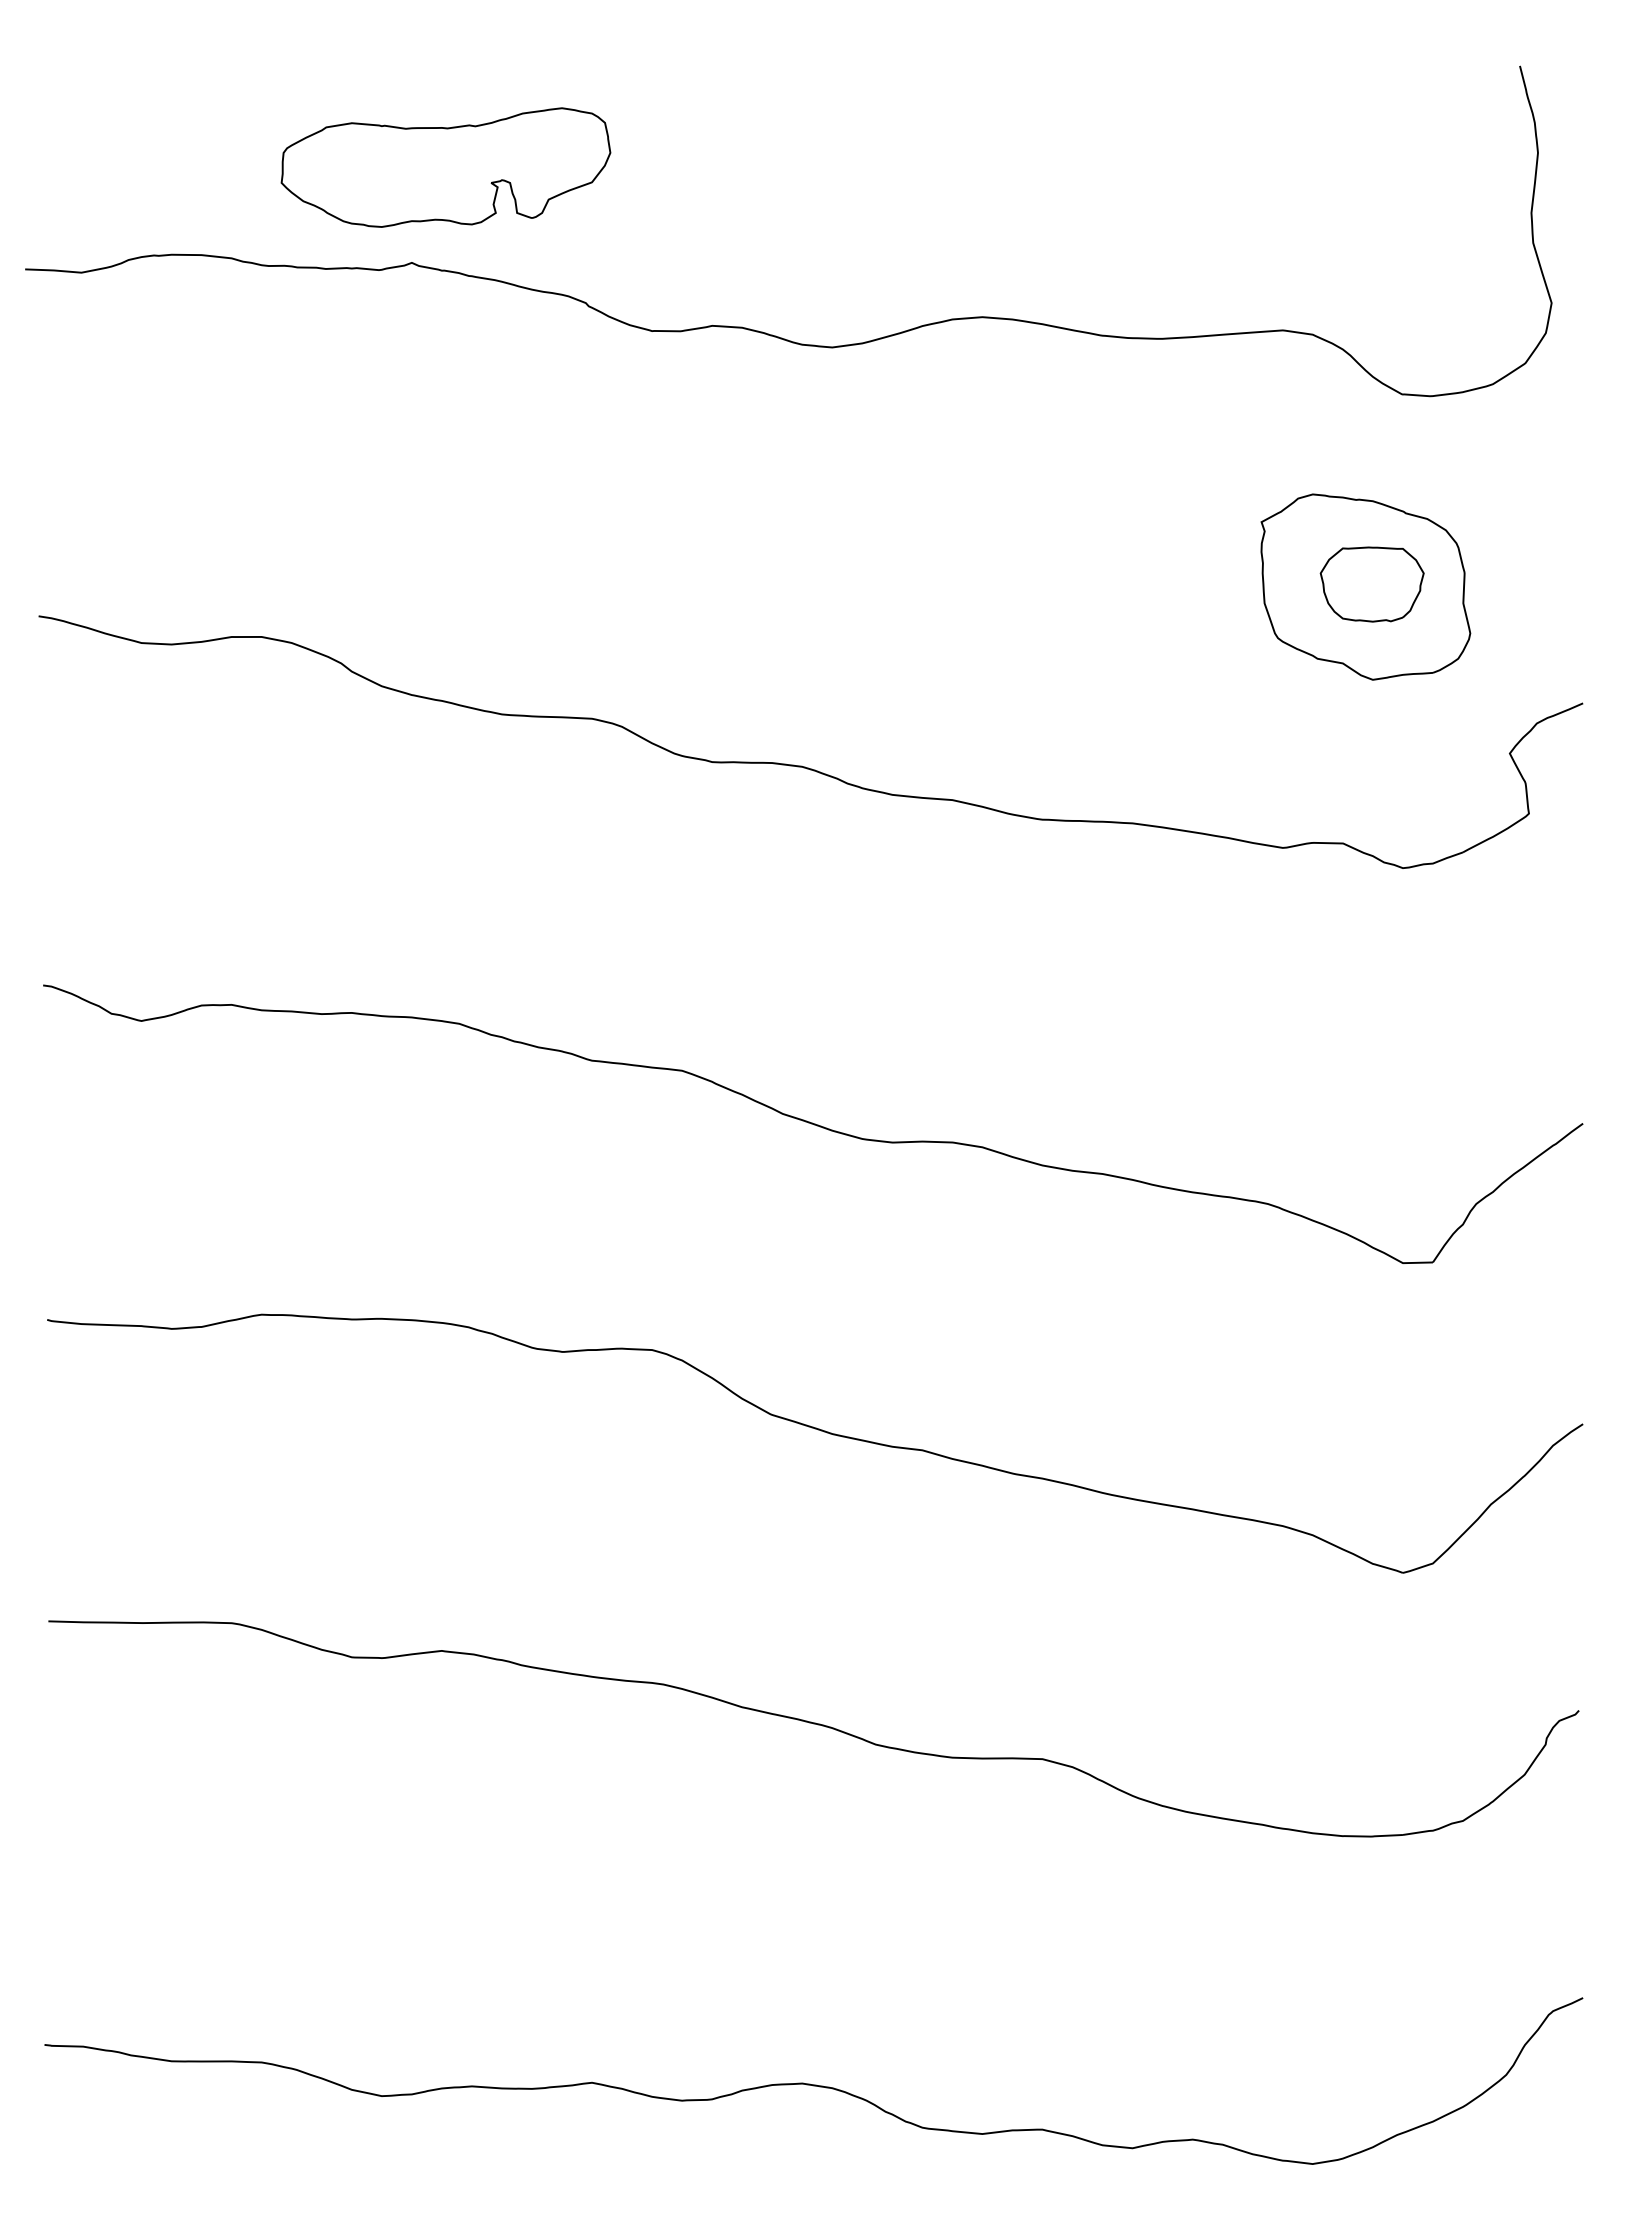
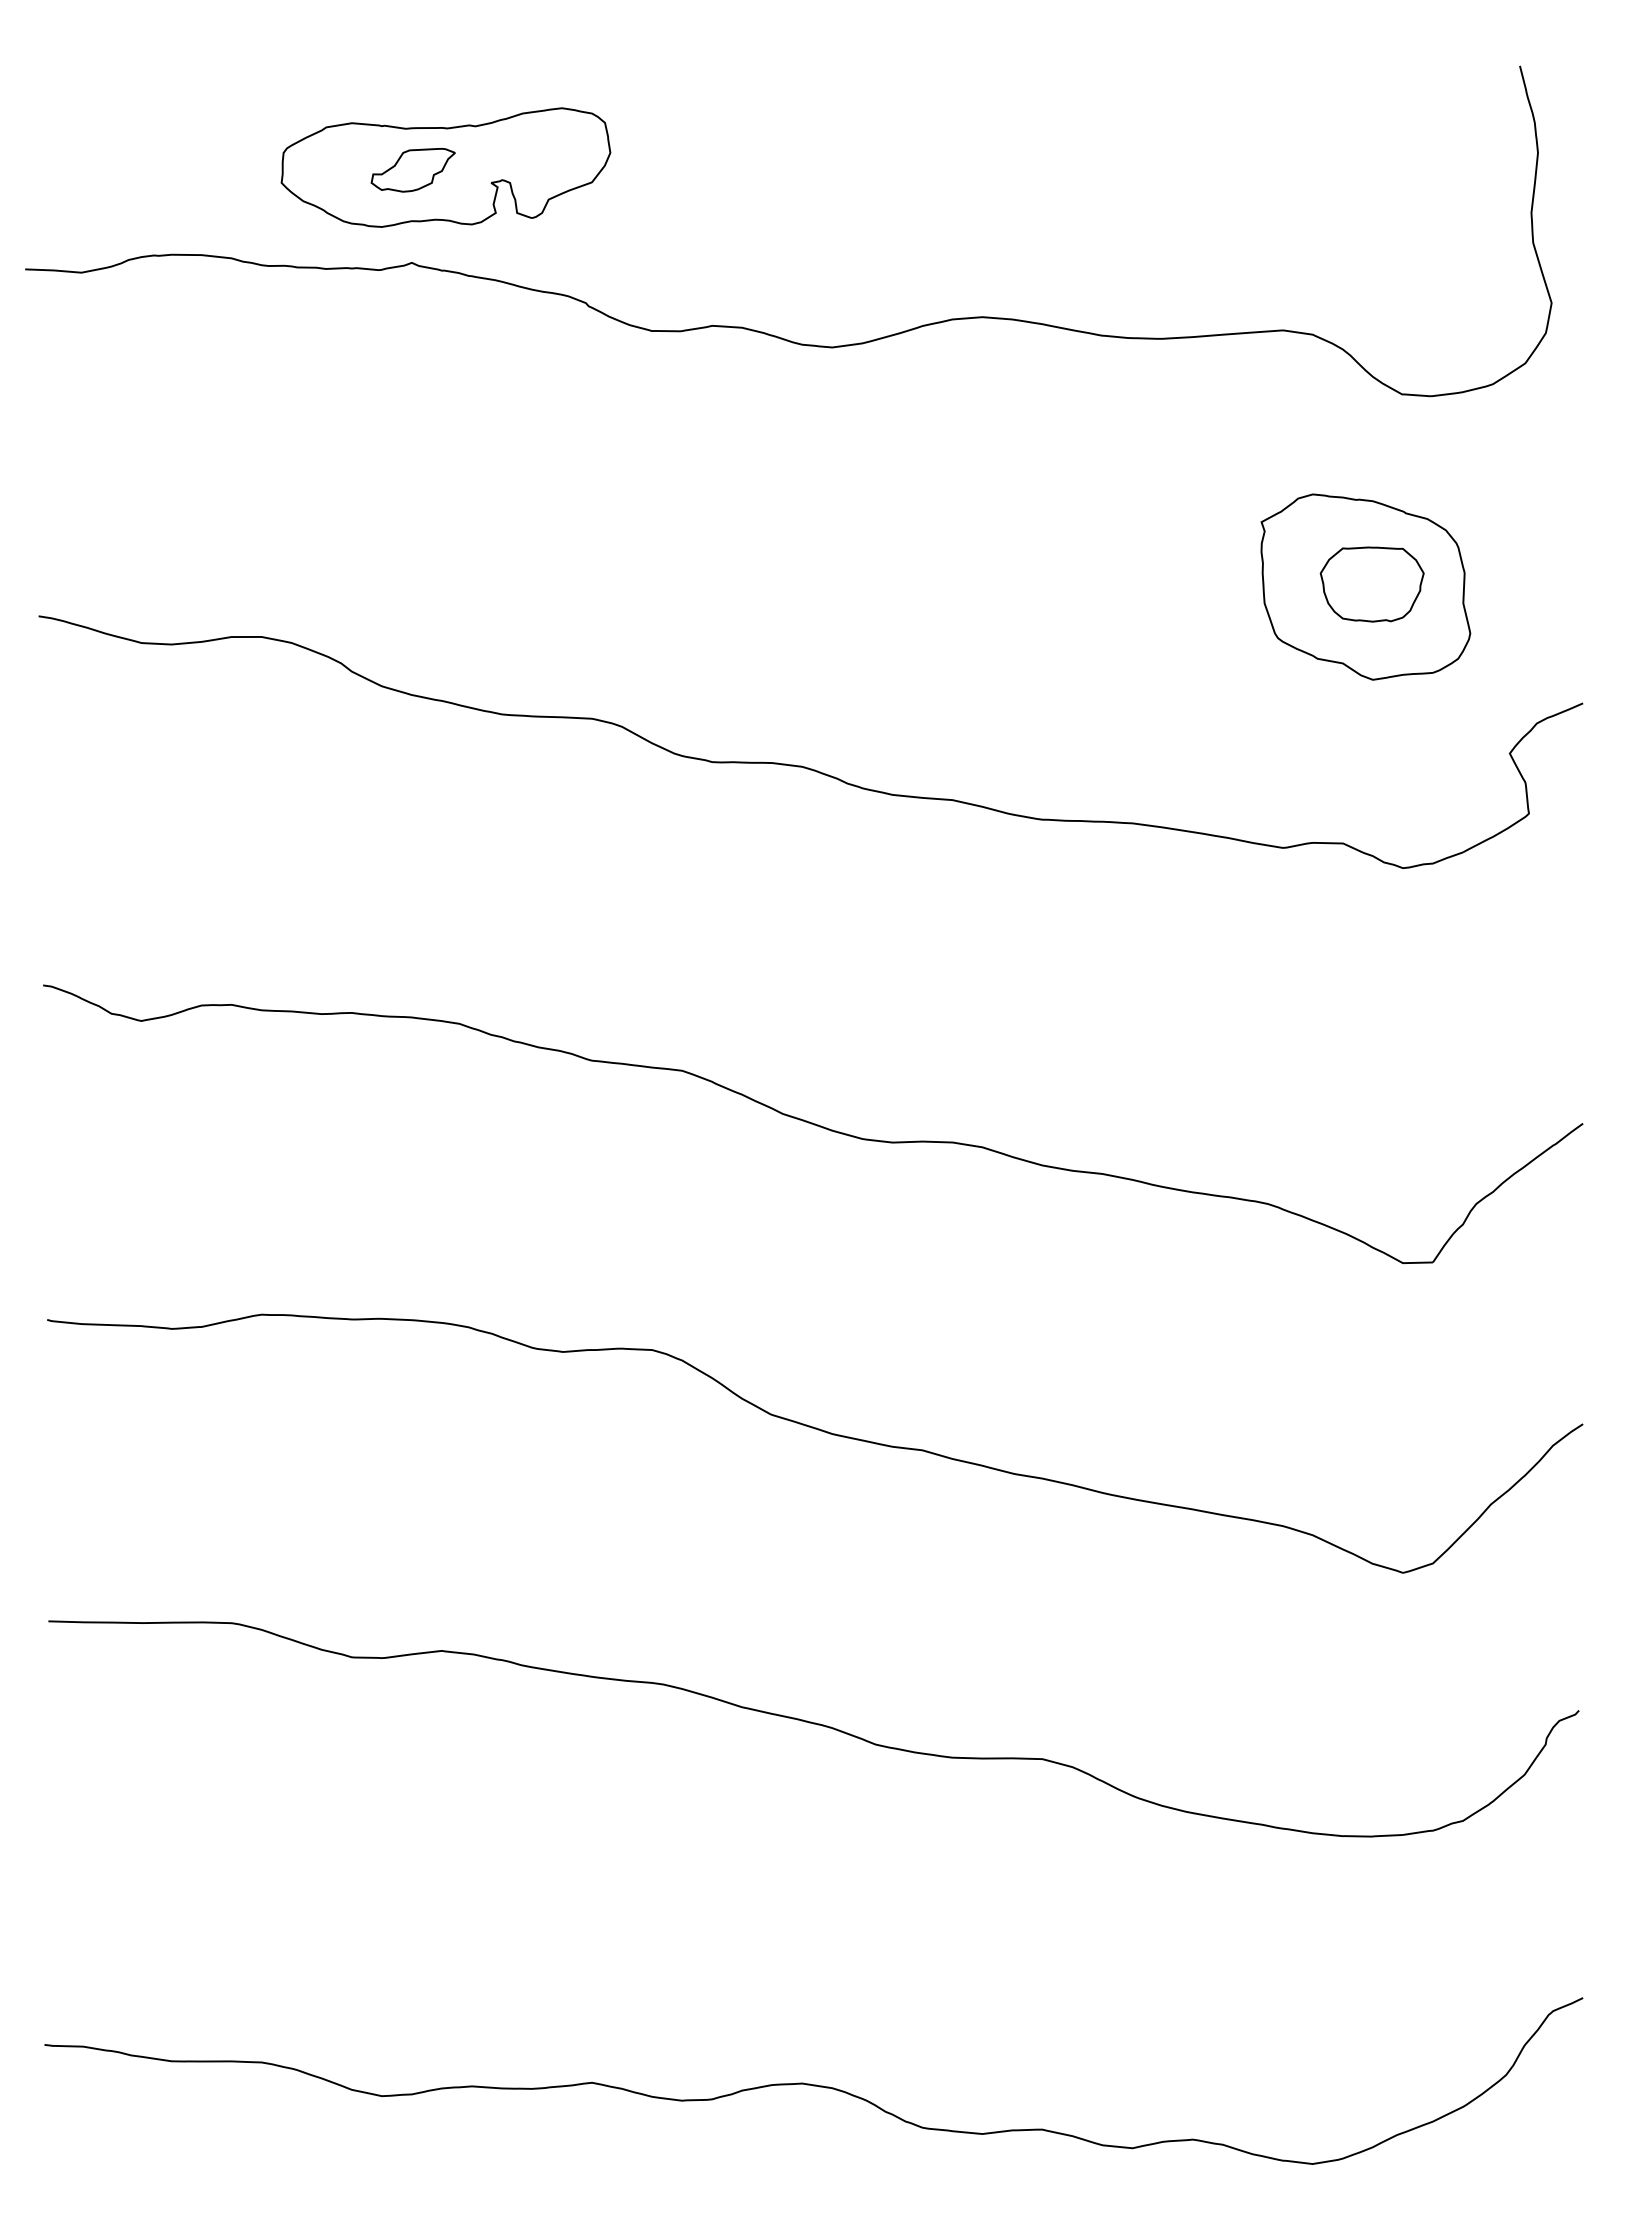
part at (412, 170): none -> present
